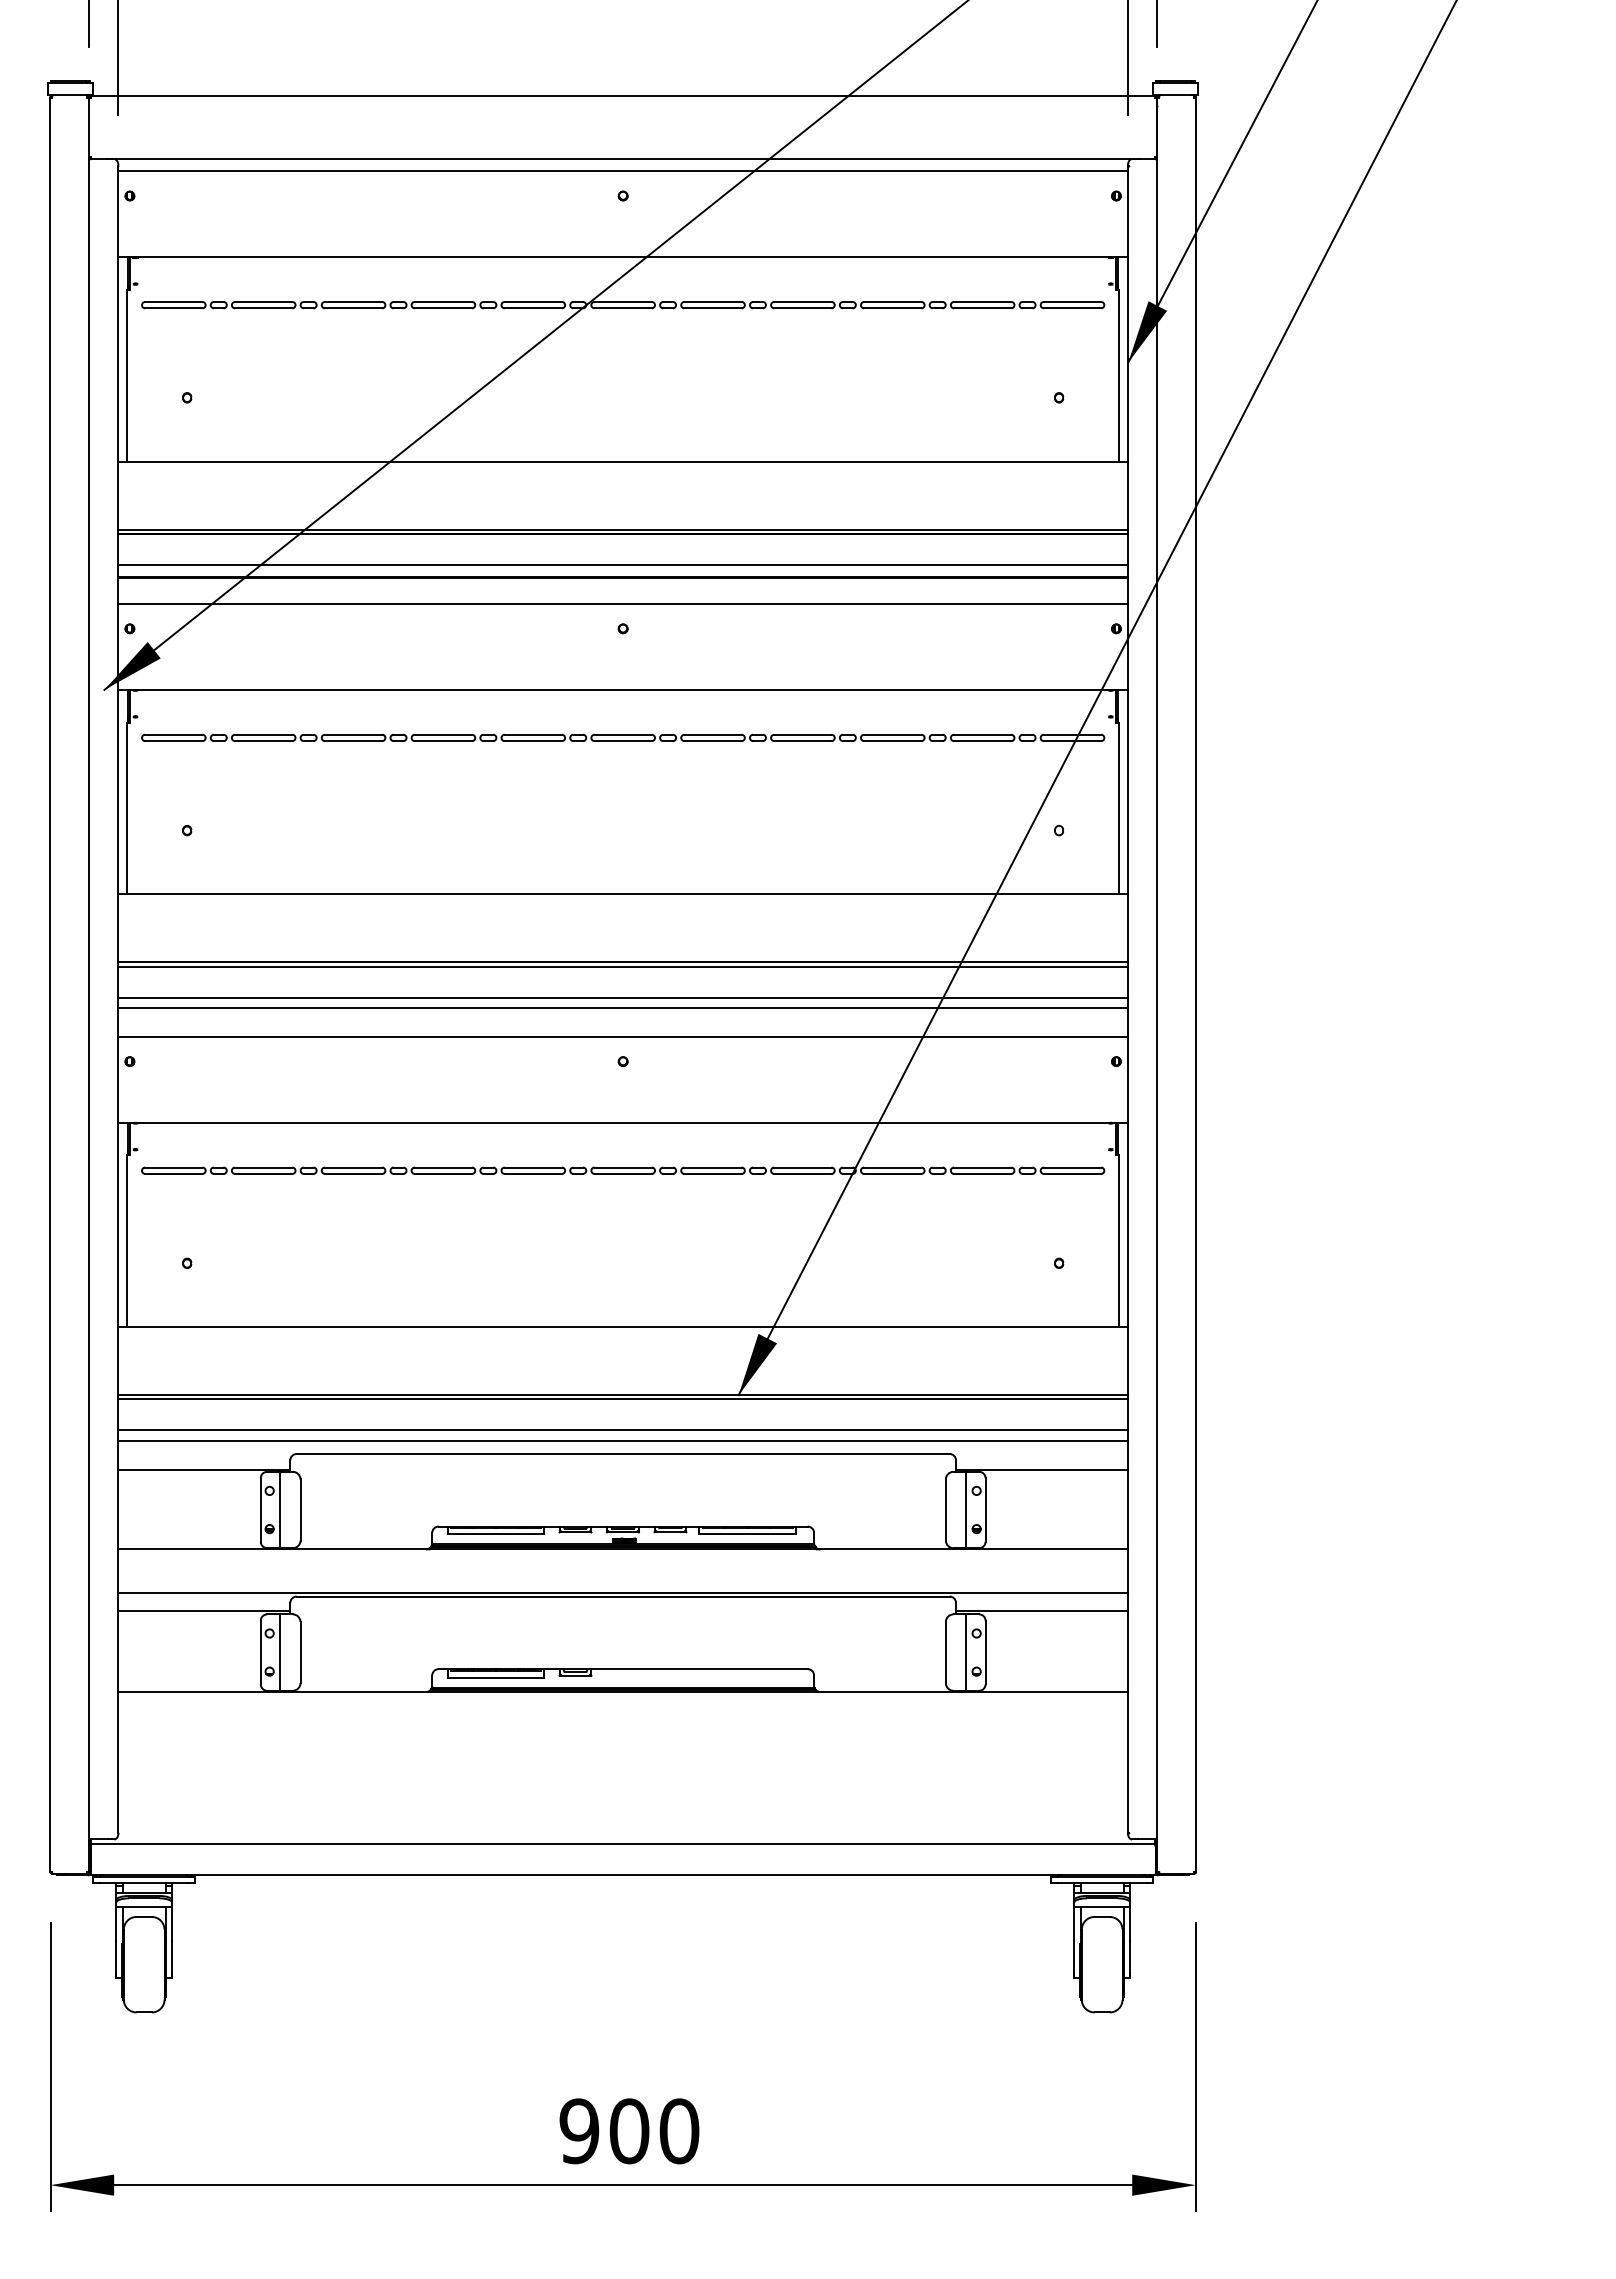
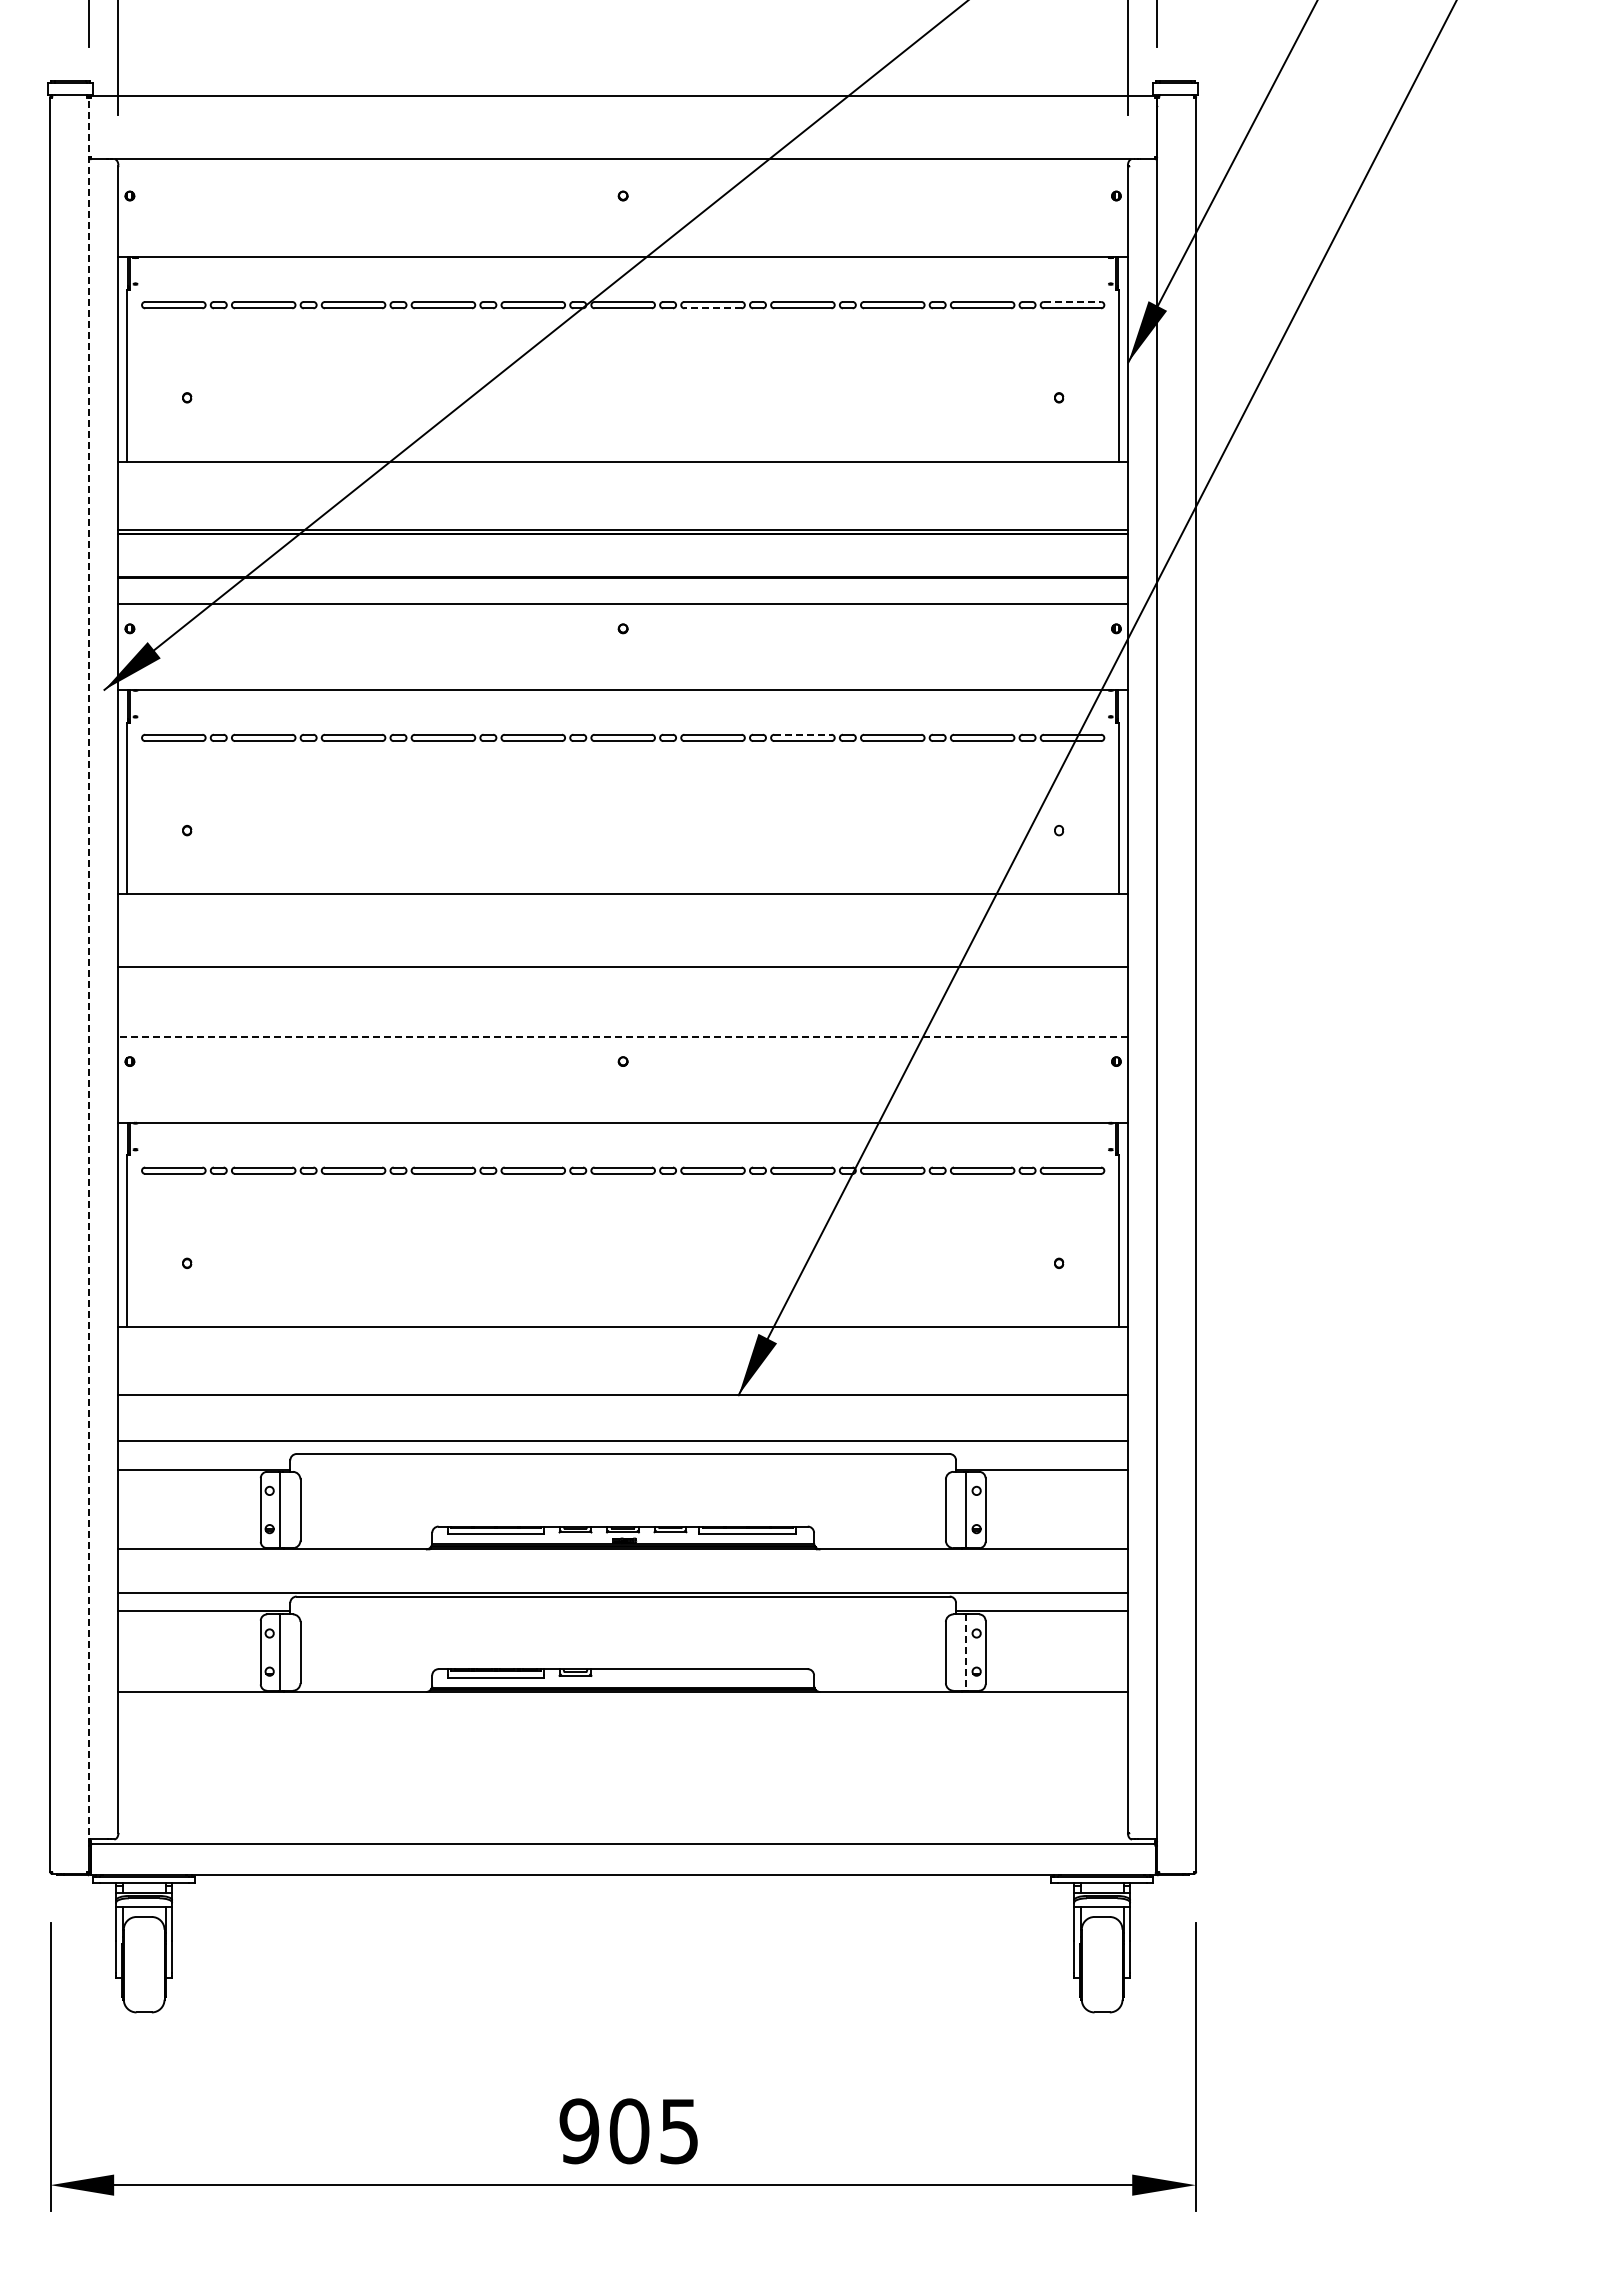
line at (623, 170): present -> none
line at (1072, 301): solid -> dashed
line at (713, 308): solid -> dashed
line at (623, 564): present -> none
line at (802, 734): solid -> dashed
line at (623, 962): present -> none
line at (89, 971): solid -> dashed
line at (623, 997): present -> none
line at (623, 1008): present -> none
line at (622, 1036): solid -> dashed
line at (623, 1399): present -> none
line at (623, 1430): present -> none
line at (966, 1653): solid -> dashed
text at (679, 2131): 900 -> 905
